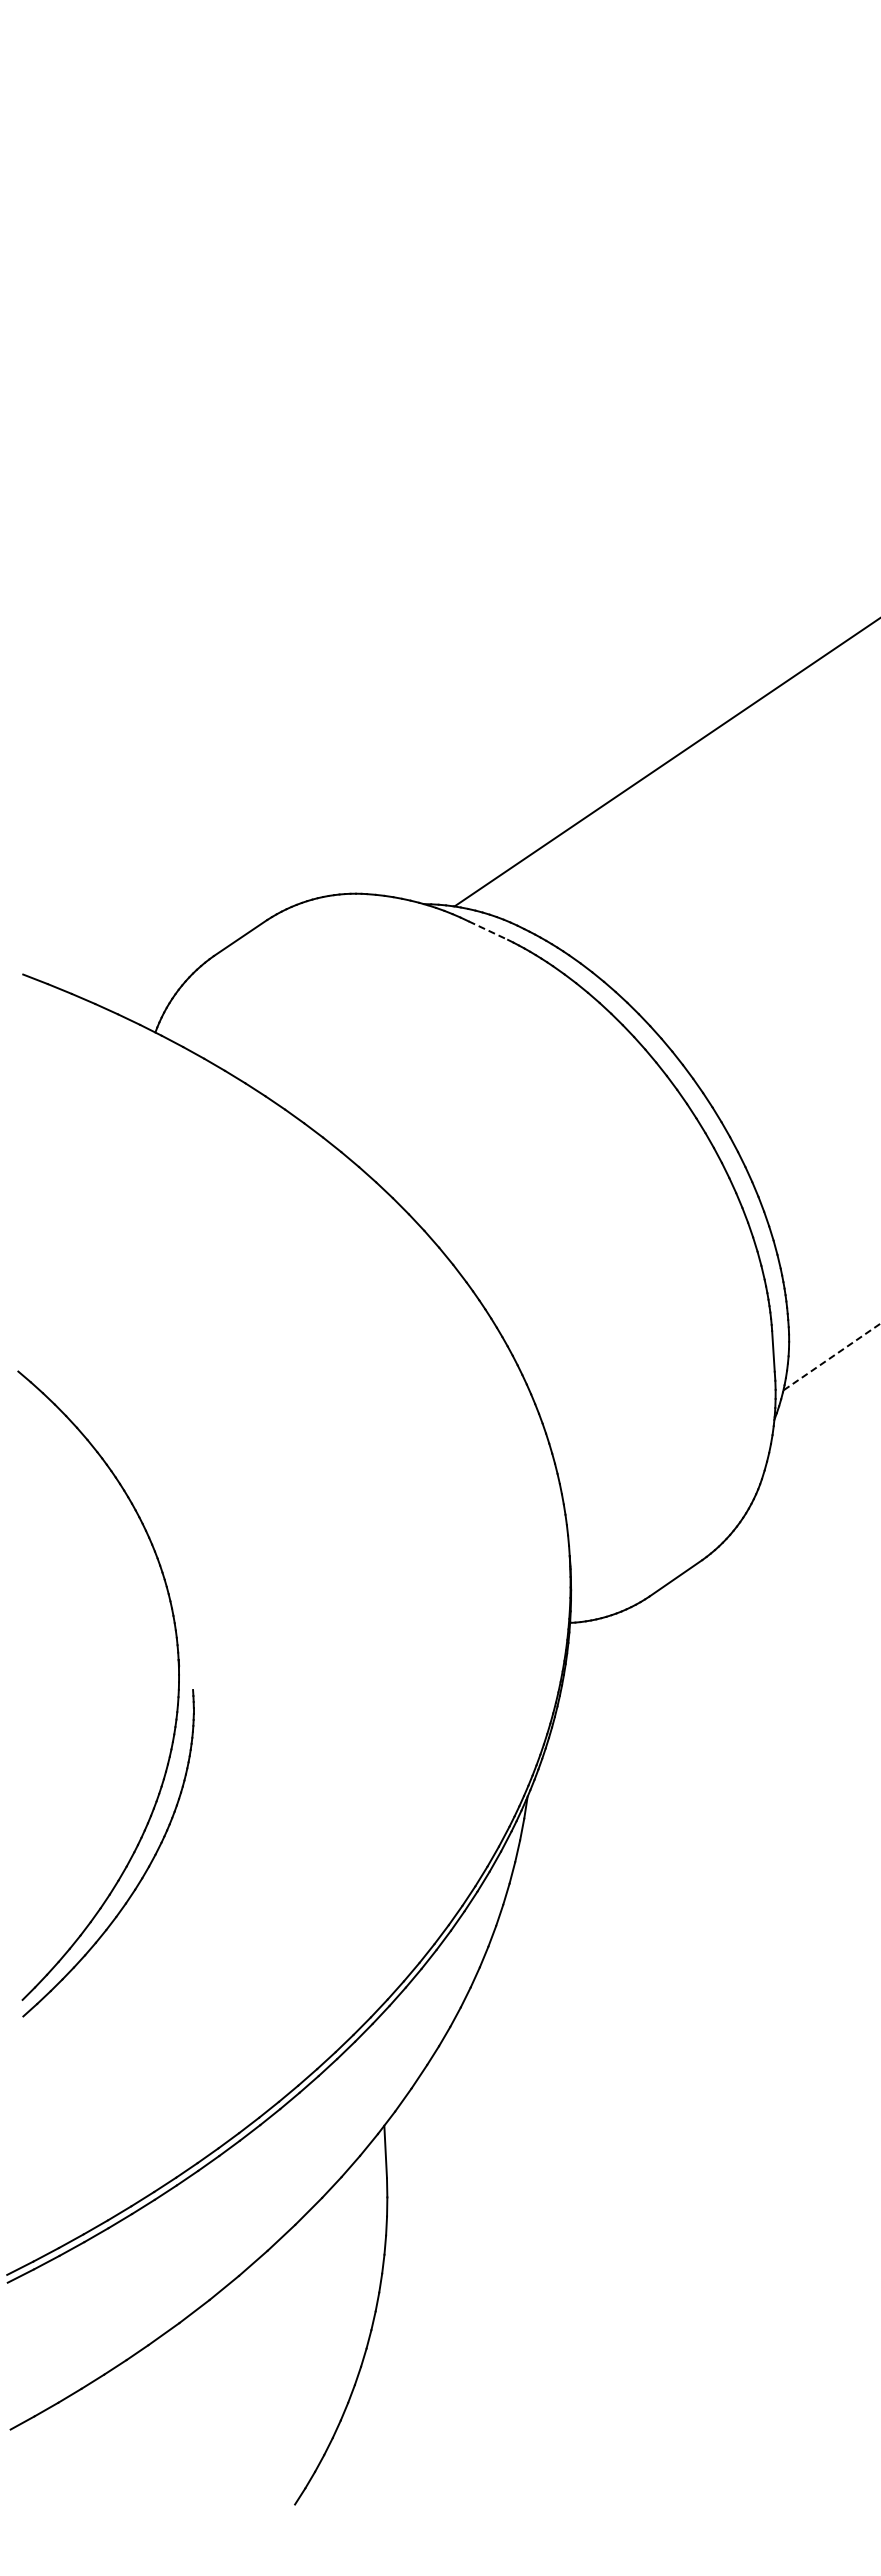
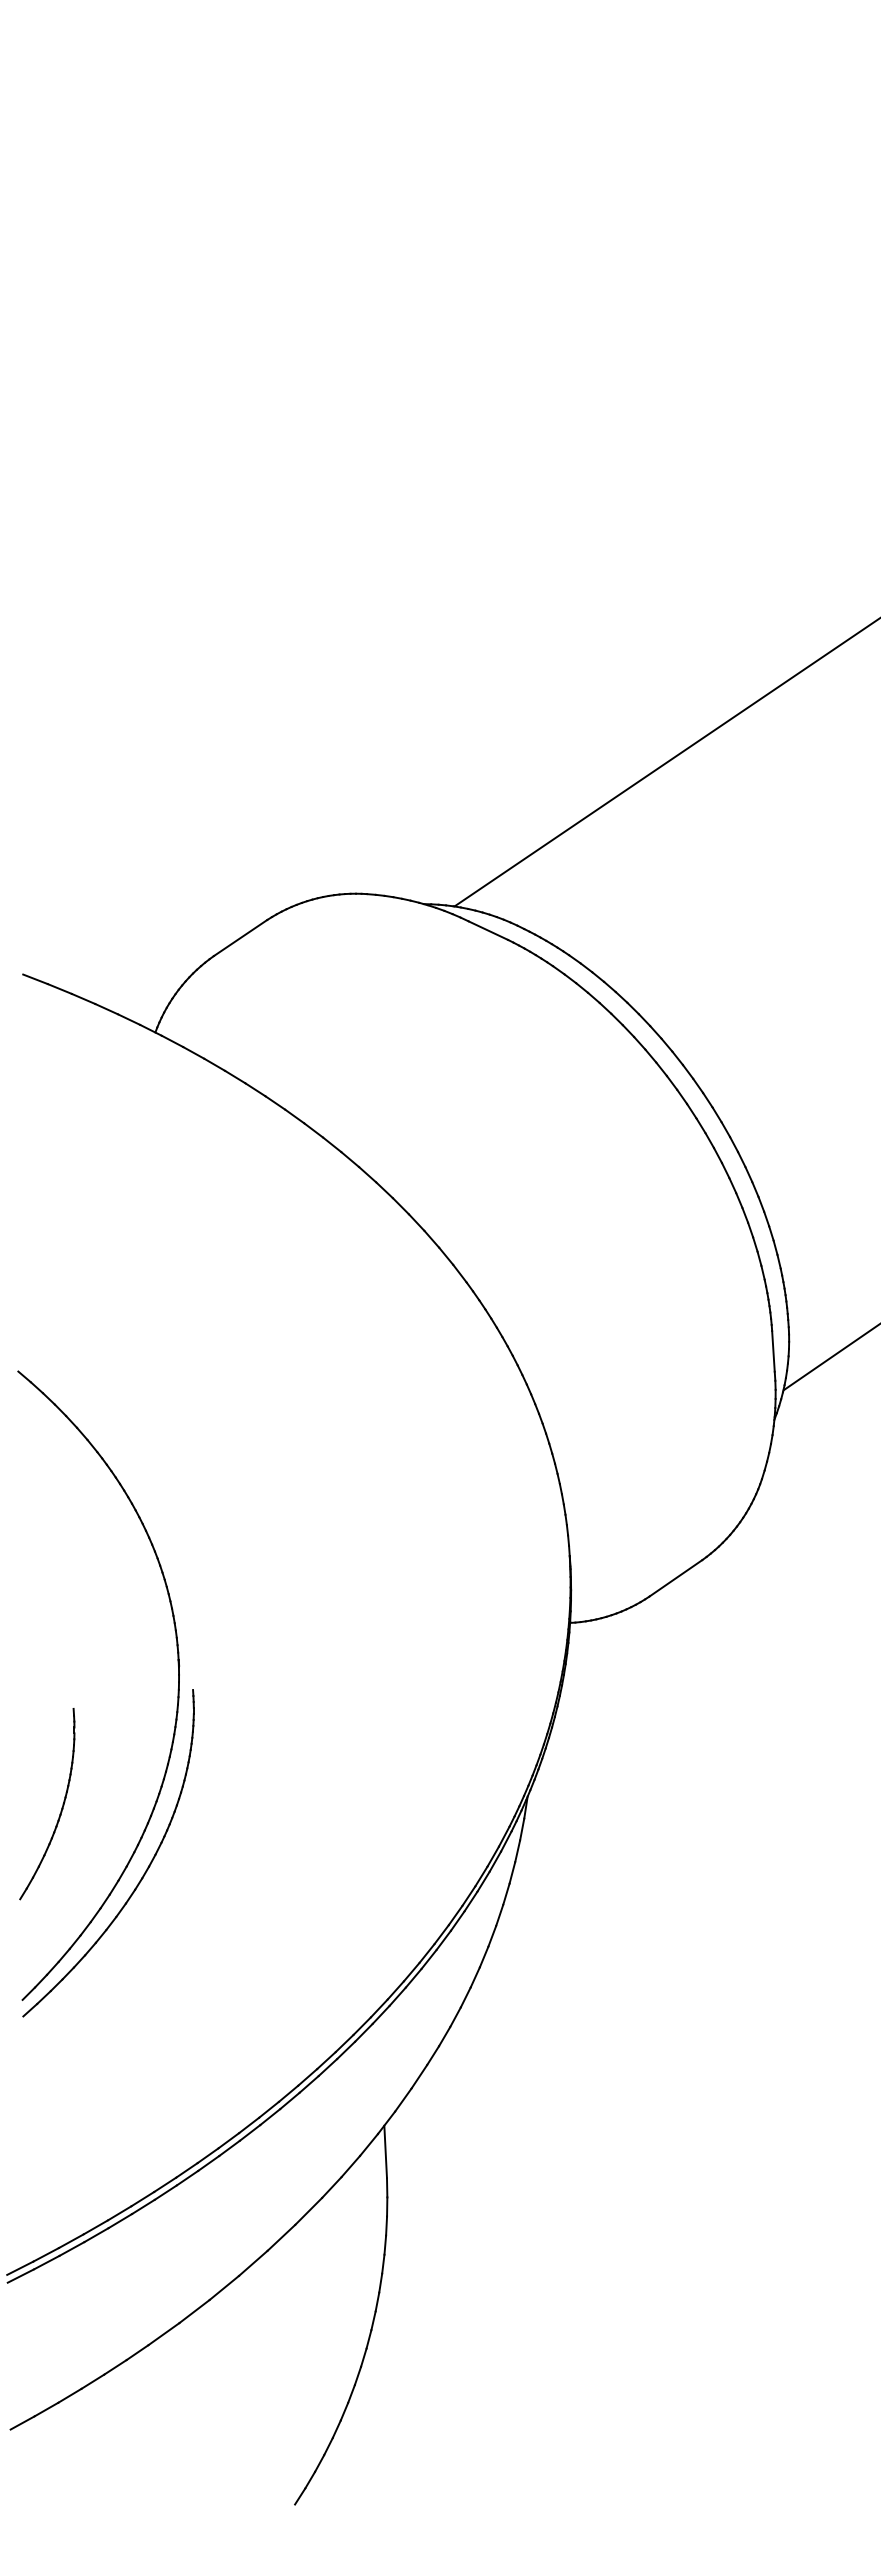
line at (488, 930): dashed -> solid
line at (832, 1356): dashed -> solid
part at (61, 1807): none -> present
